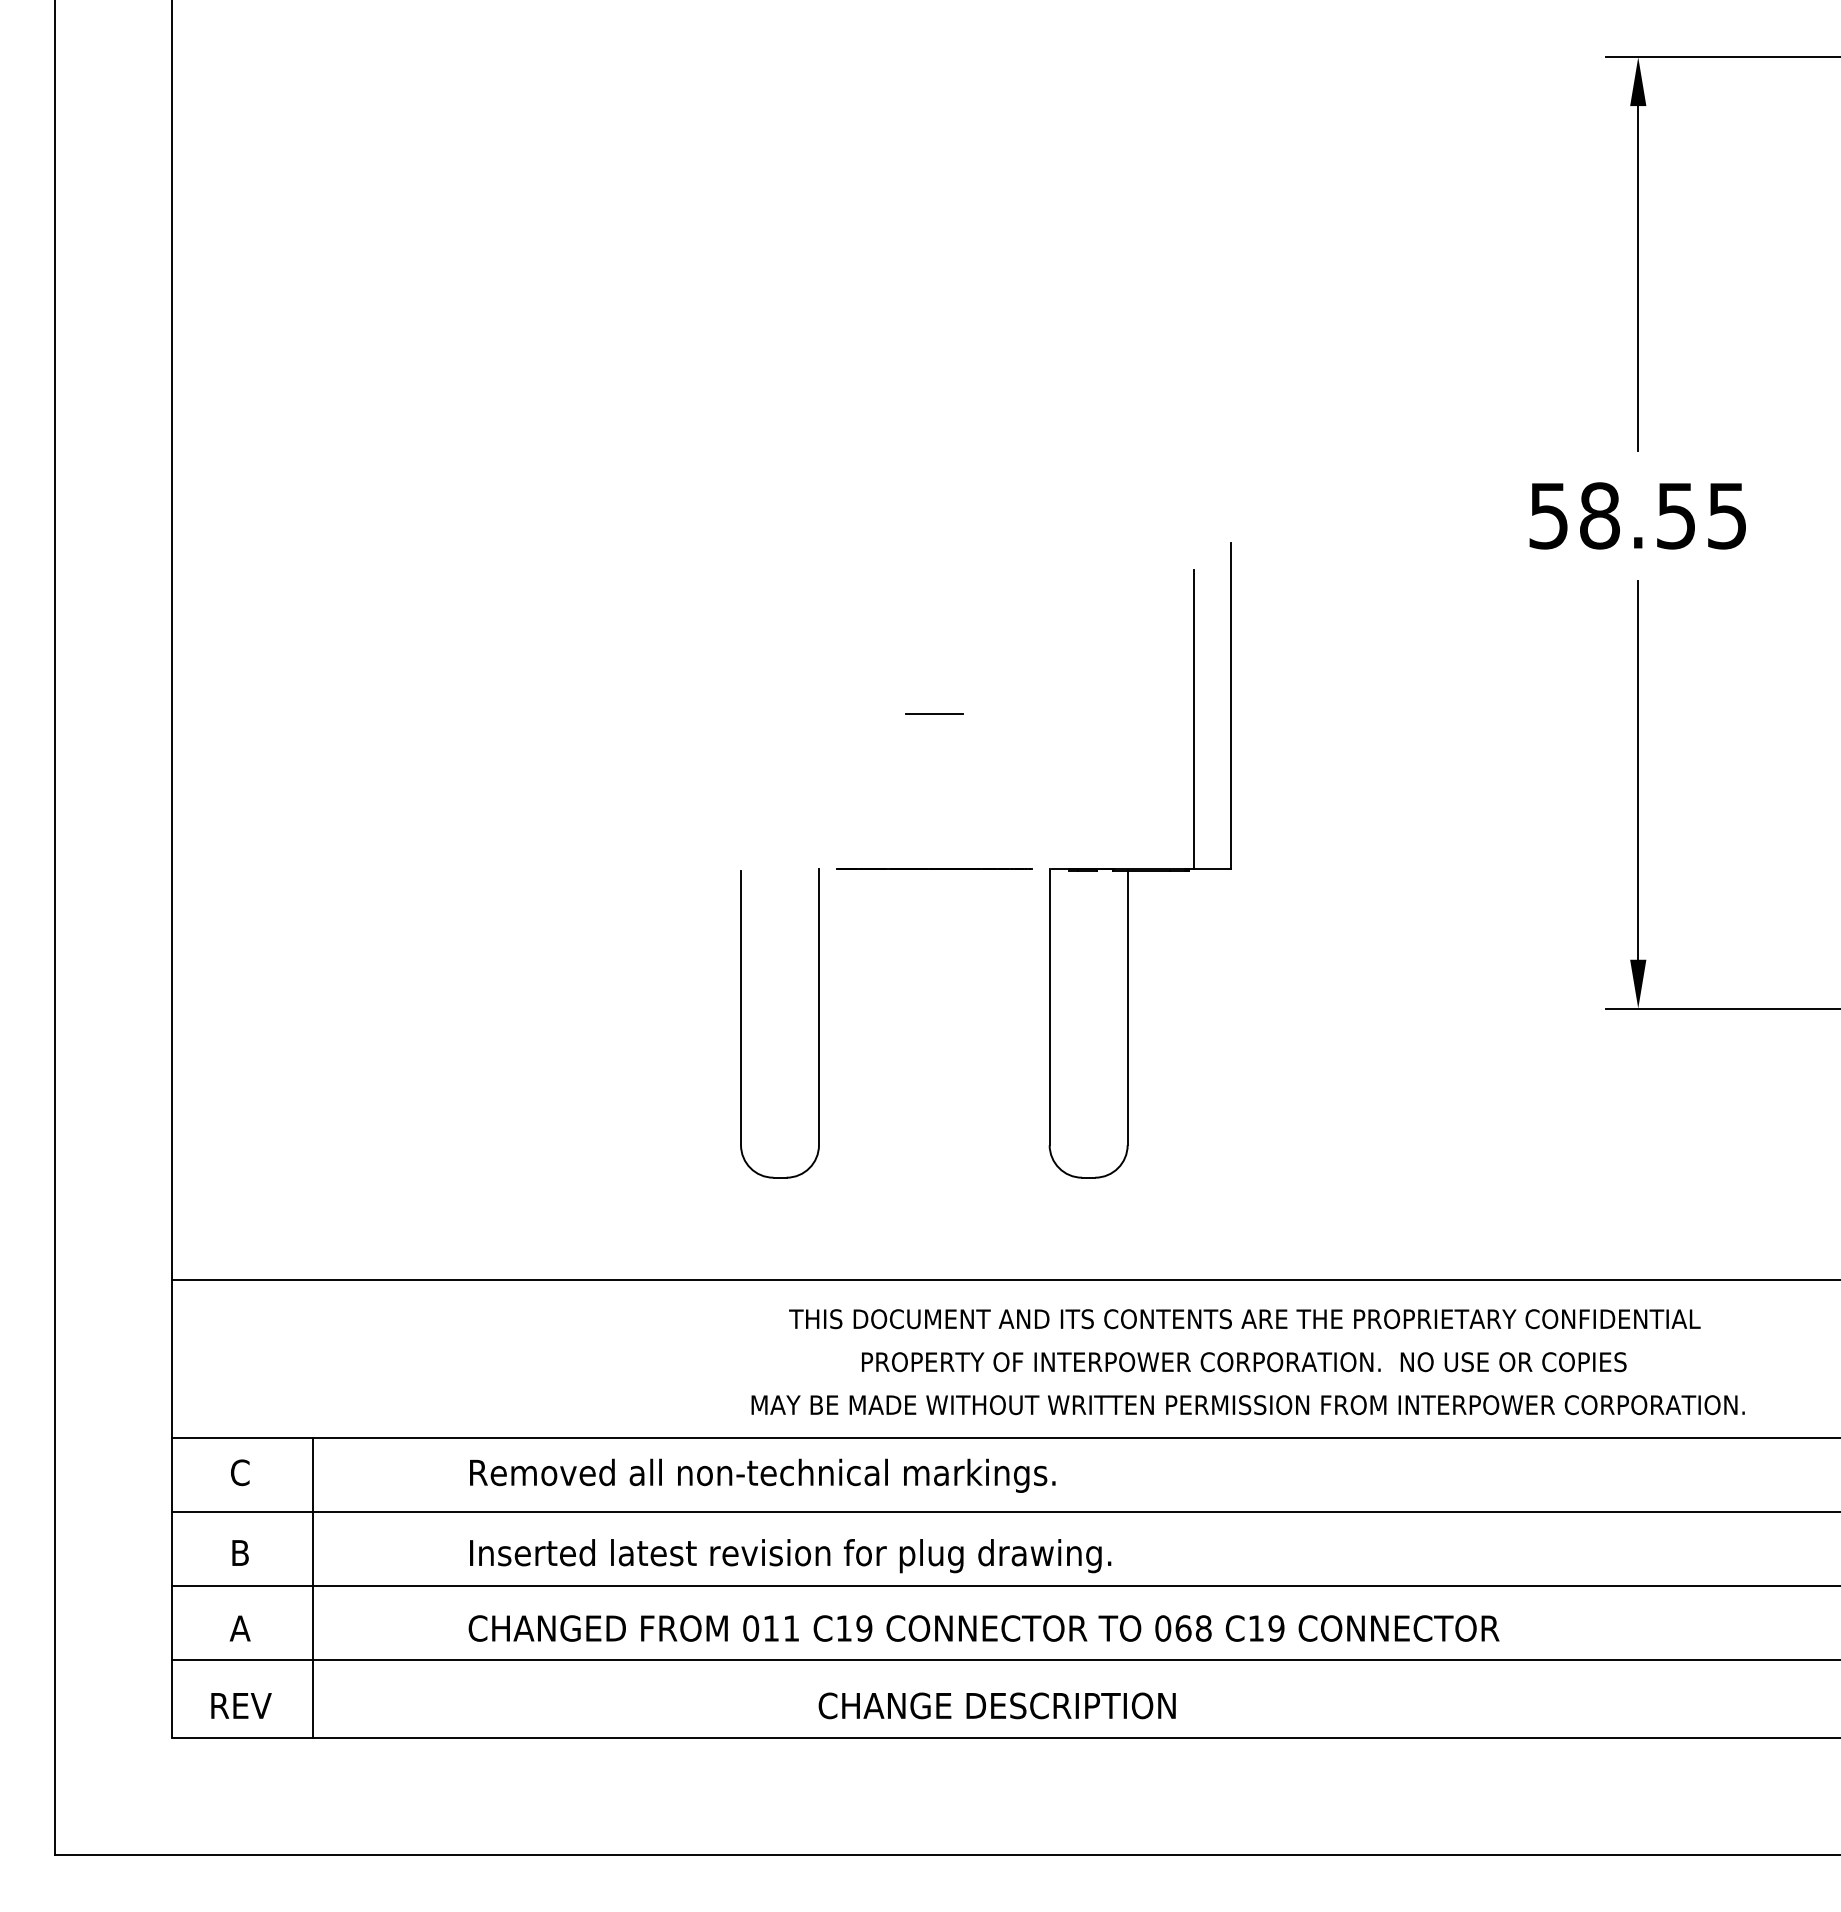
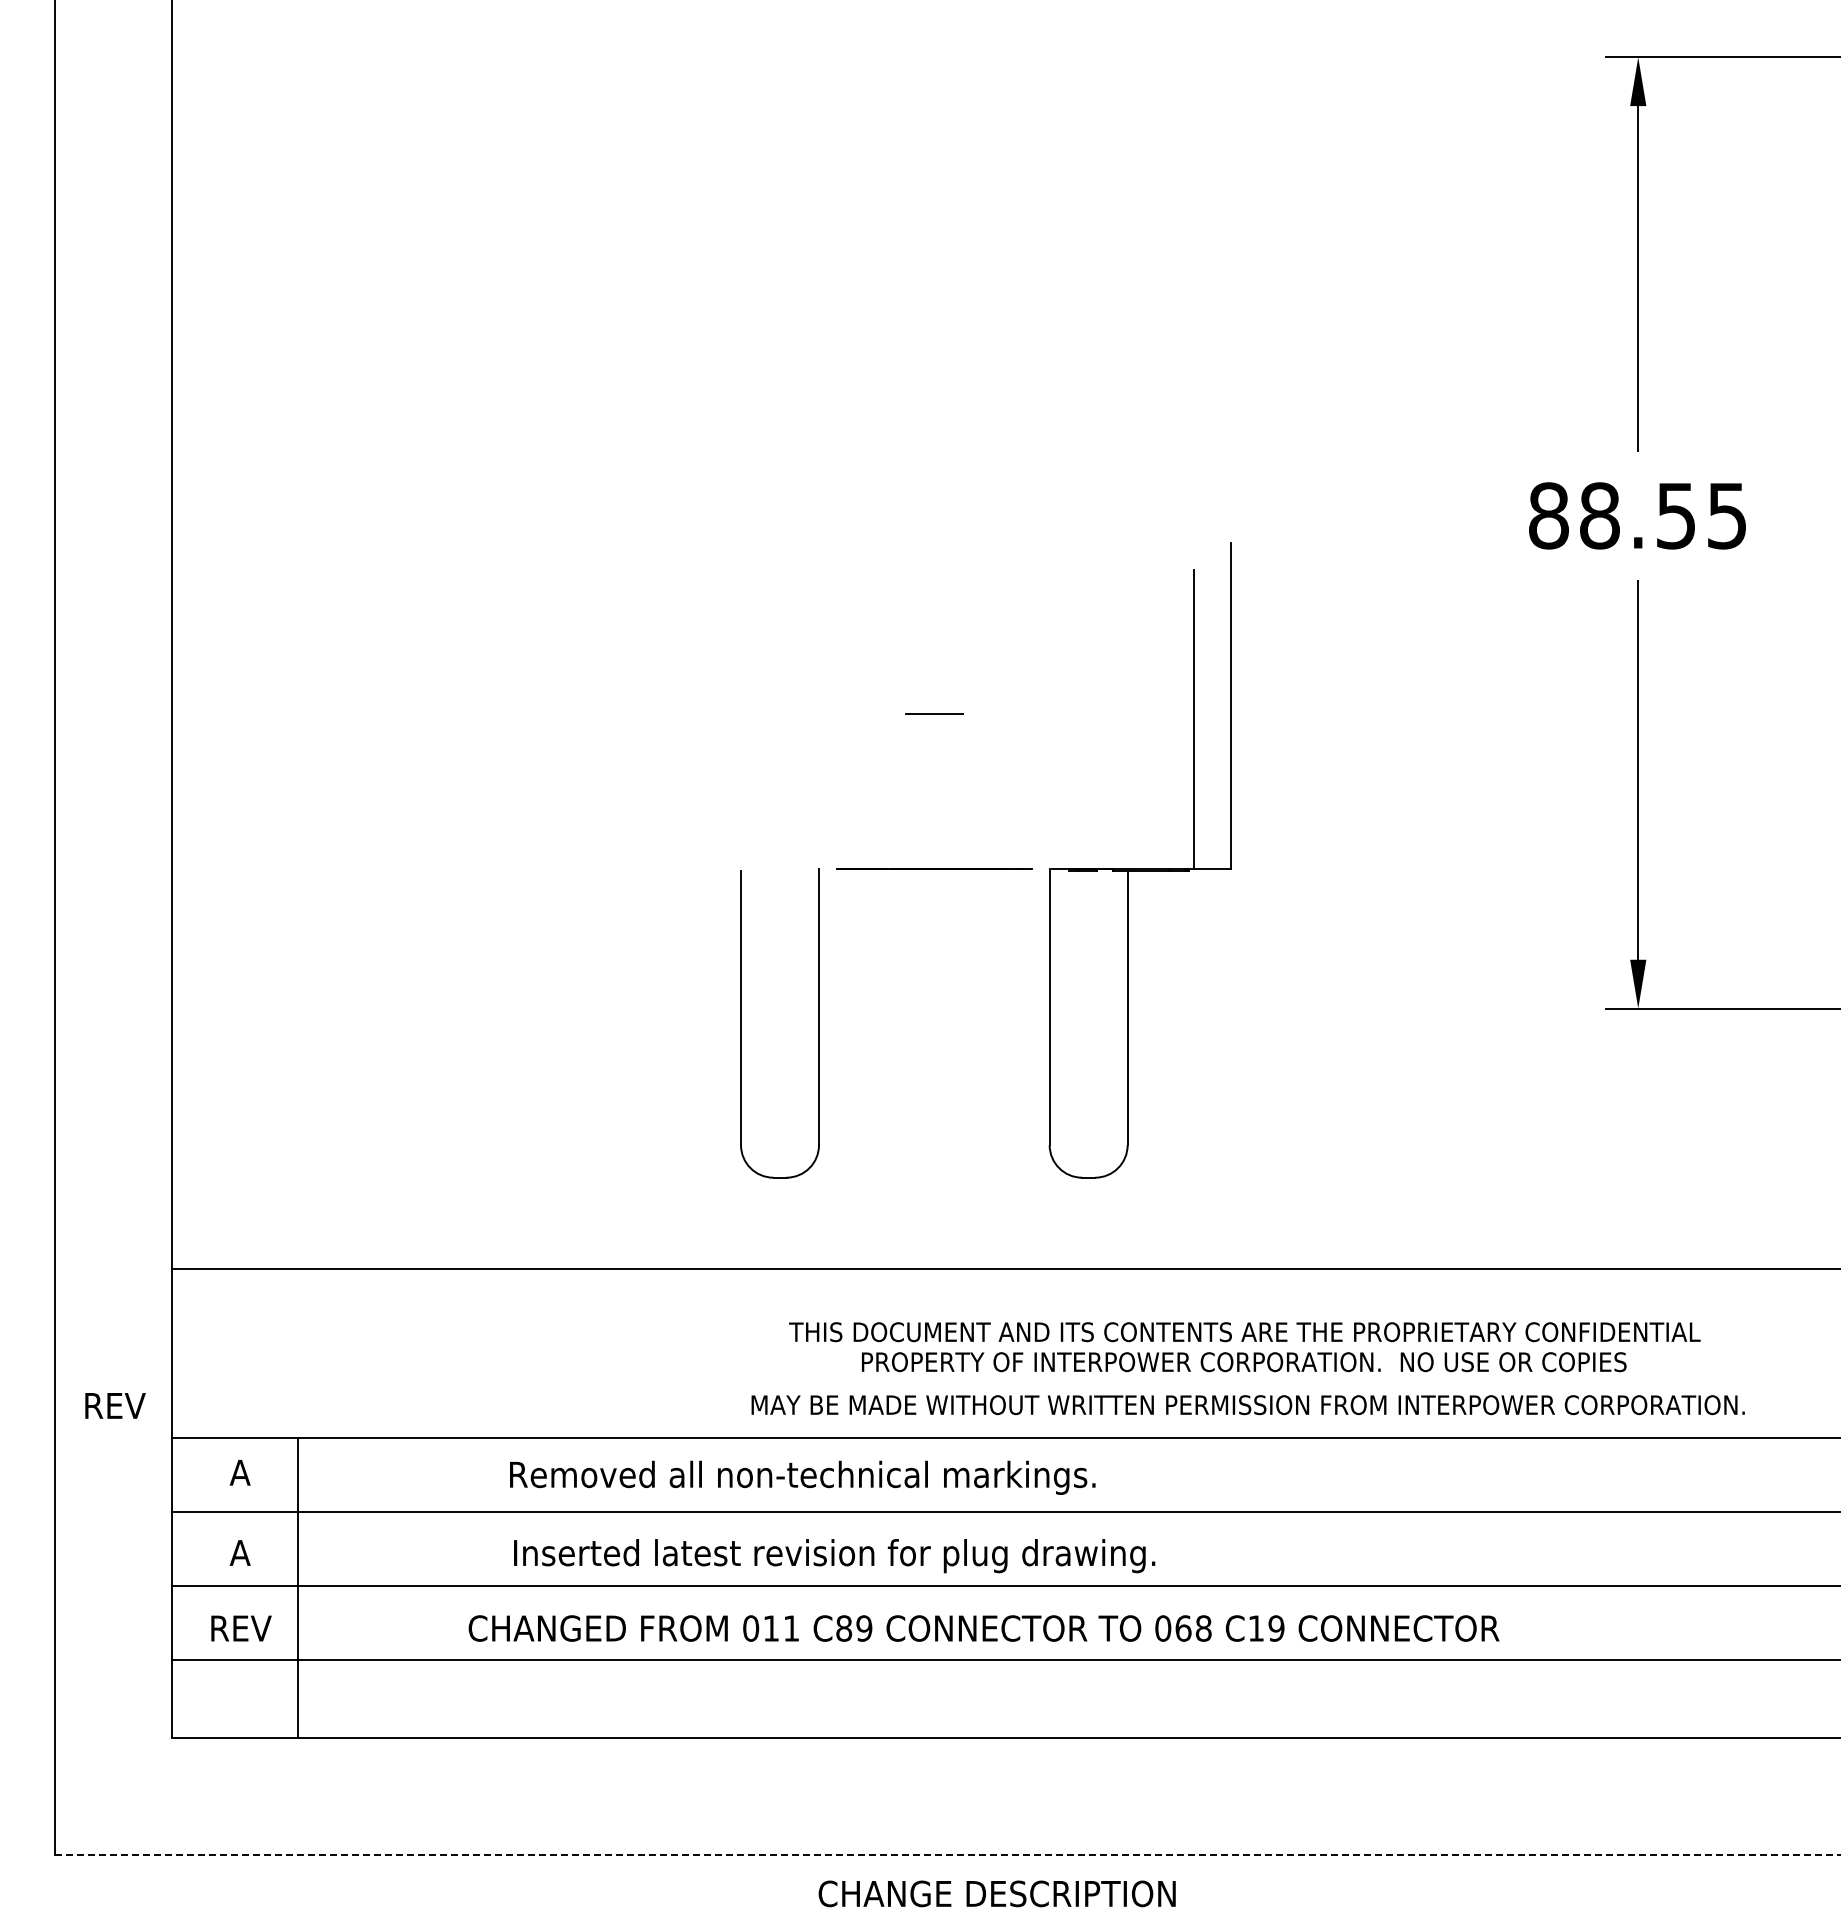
text at (1548, 515): 58.55 -> 88.55
line at (1004, 1279) position: (1004, 1279) -> (1004, 1268)
text at (1244, 1319) position: (1244, 1319) -> (1244, 1332)
text at (239, 1472): C -> A
text at (762, 1475) position: (762, 1475) -> (802, 1477)
text at (239, 1552): B -> A
text at (790, 1556) position: (790, 1556) -> (834, 1556)
line at (313, 1587) position: (313, 1587) -> (298, 1587)
text at (241, 1628): A -> REV
text at (844, 1628): C19 -> C89
text at (241, 1705) position: (241, 1705) -> (115, 1405)
text at (996, 1705) position: (996, 1705) -> (996, 1893)
line at (948, 1854): solid -> dashed
